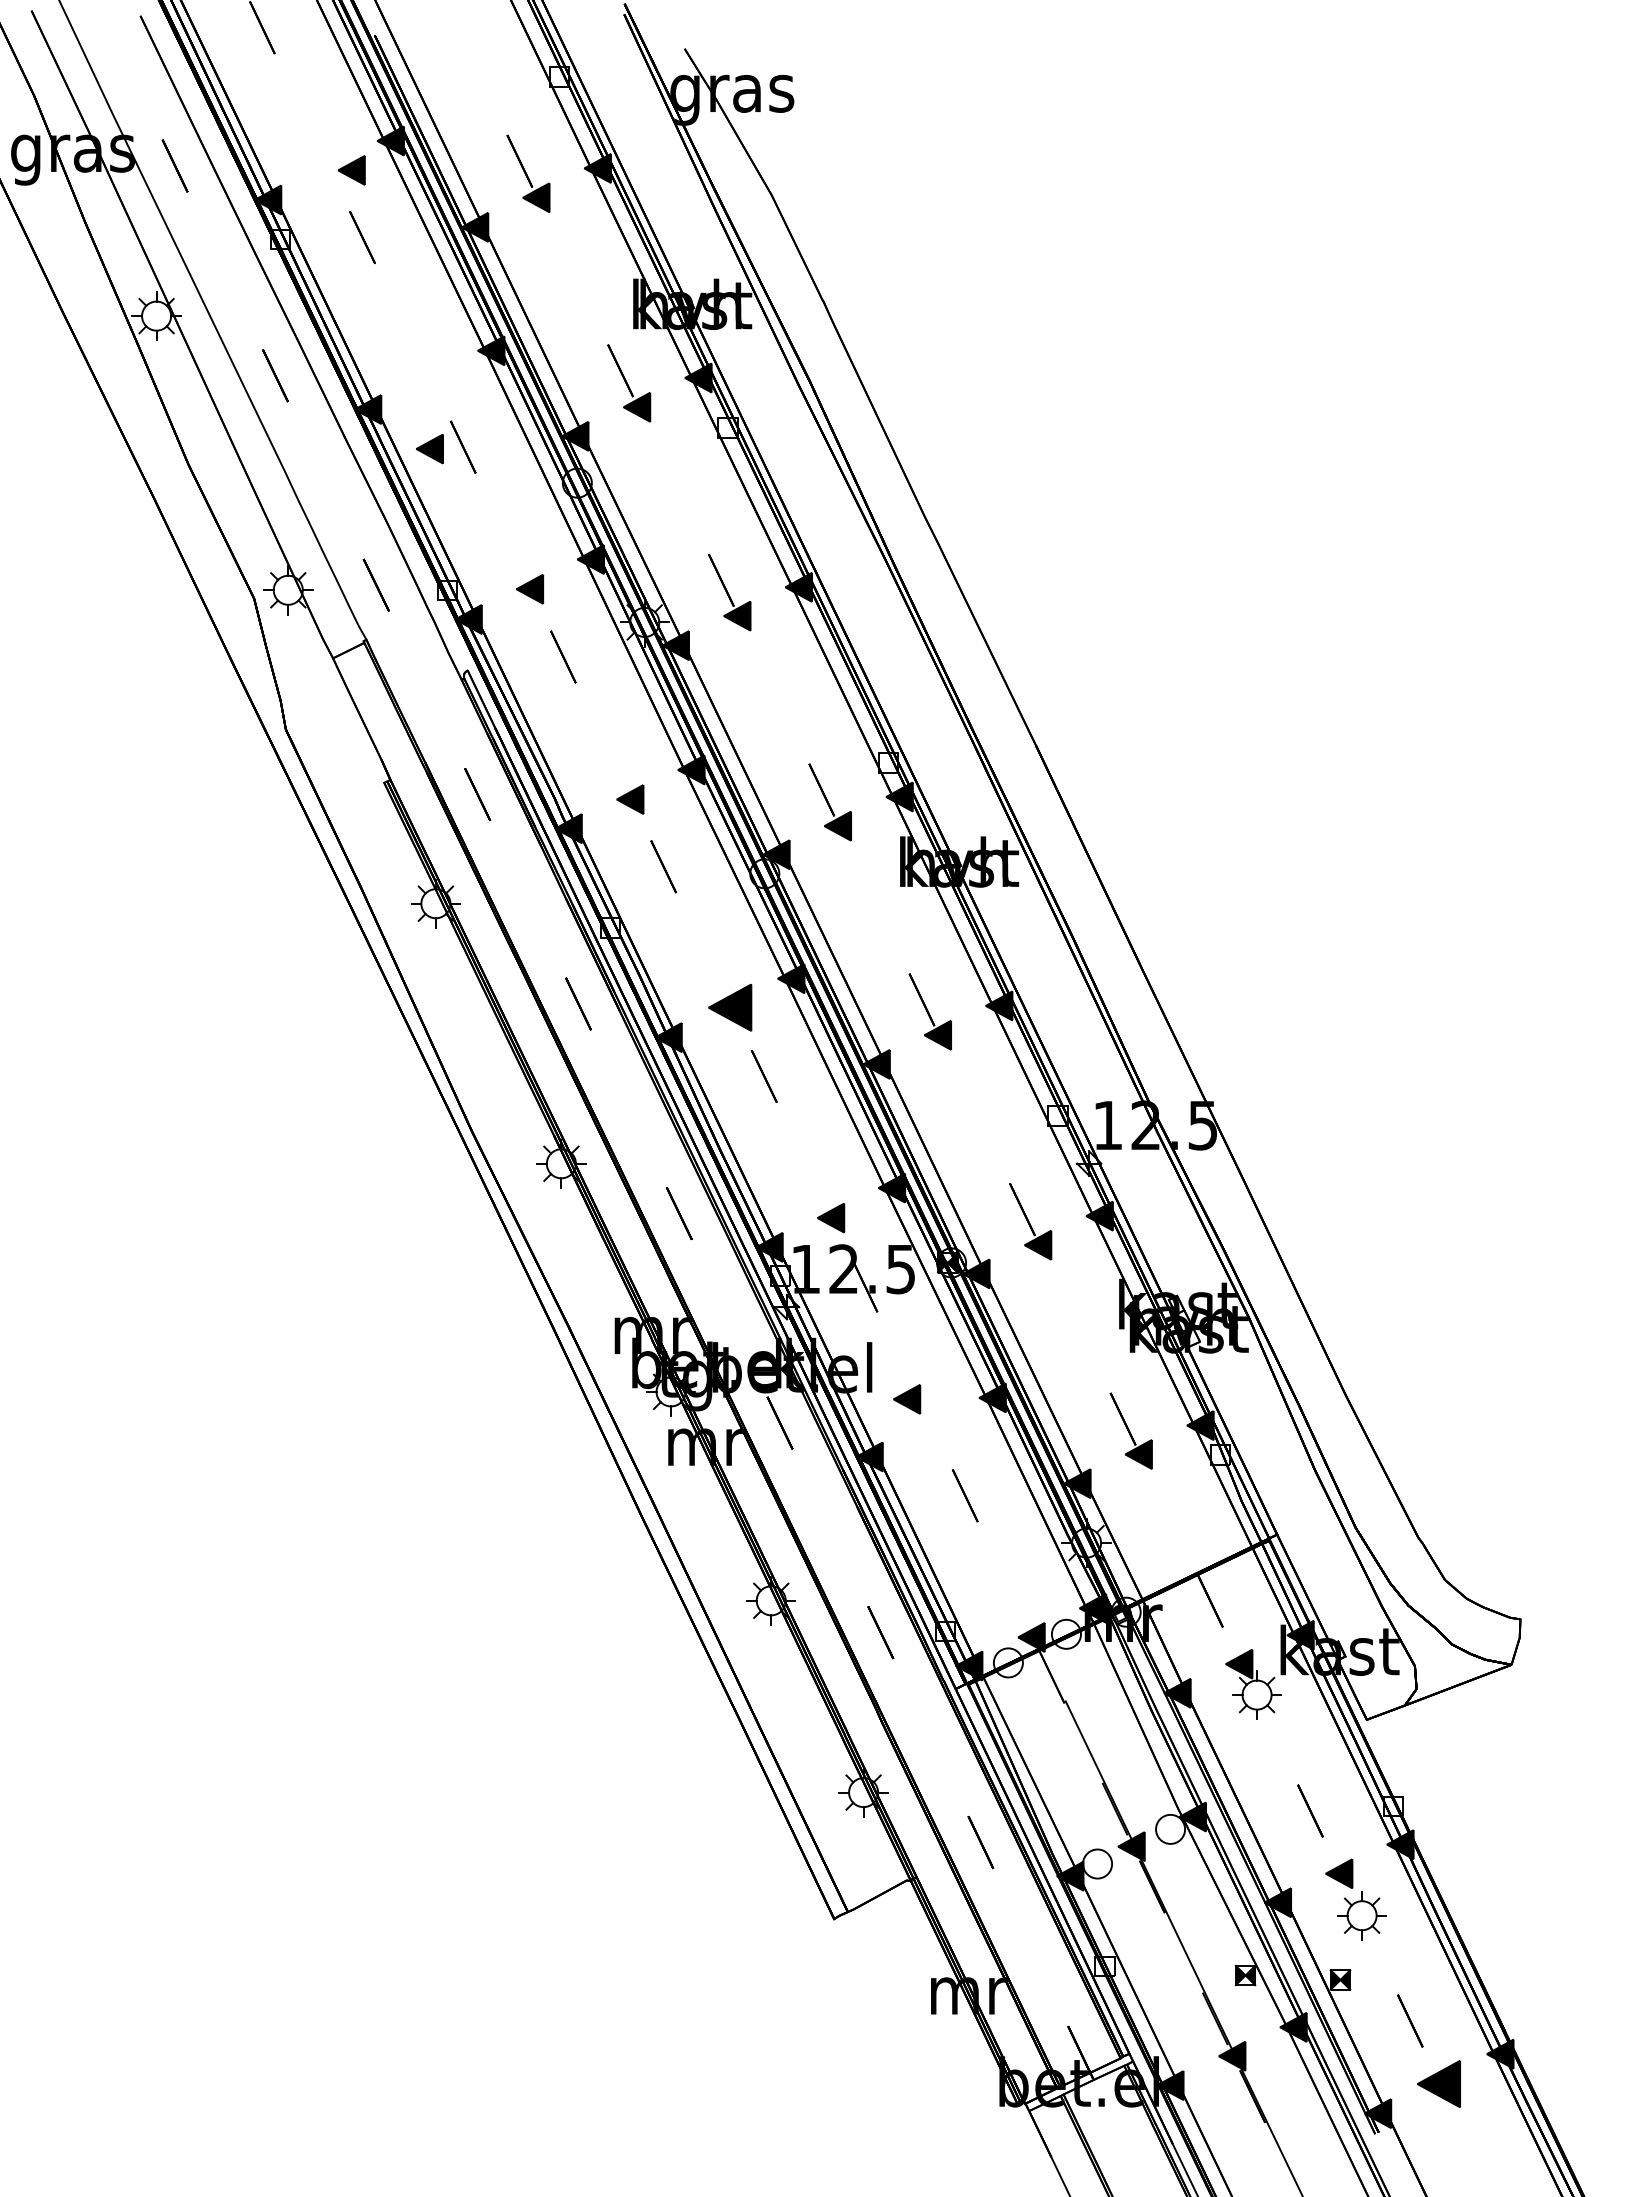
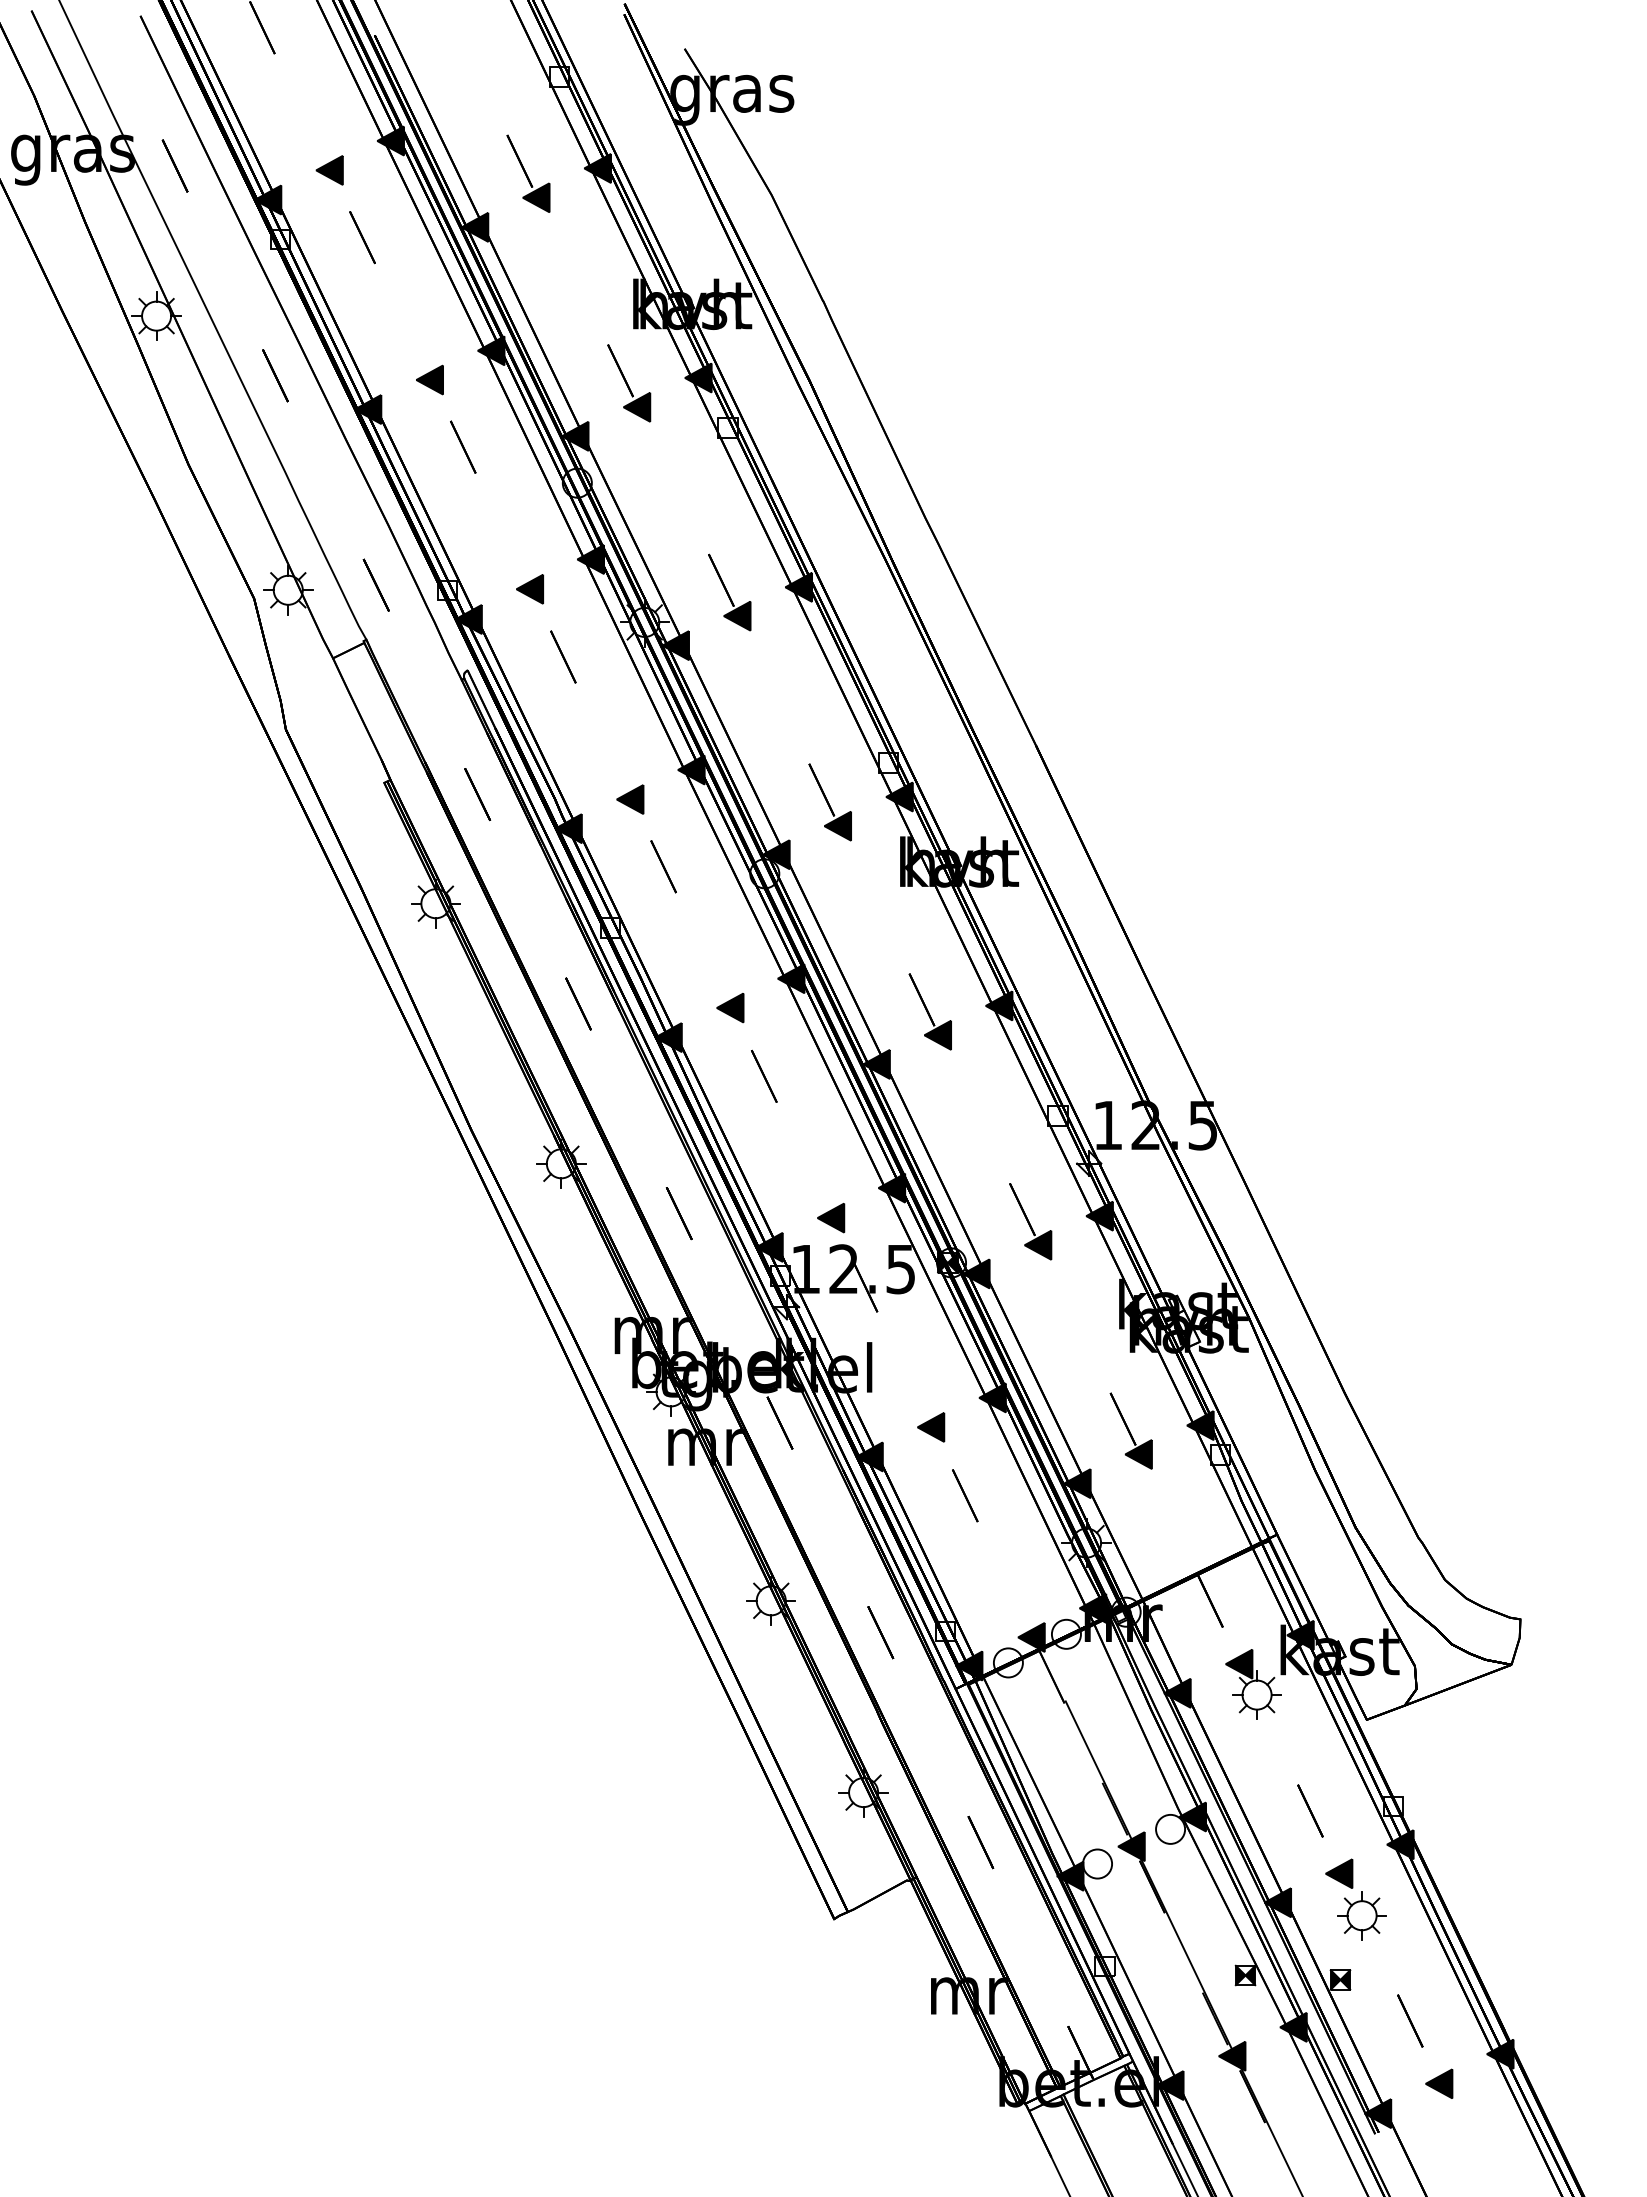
part at (351, 170) position: (351, 170) -> (329, 170)
part at (429, 448) position: (429, 448) -> (429, 379)
part at (730, 1007) size: 45x49 px -> 29x31 px
part at (907, 1399) position: (907, 1399) -> (931, 1427)
part at (1438, 2083) size: 44x48 px -> 29x31 px
